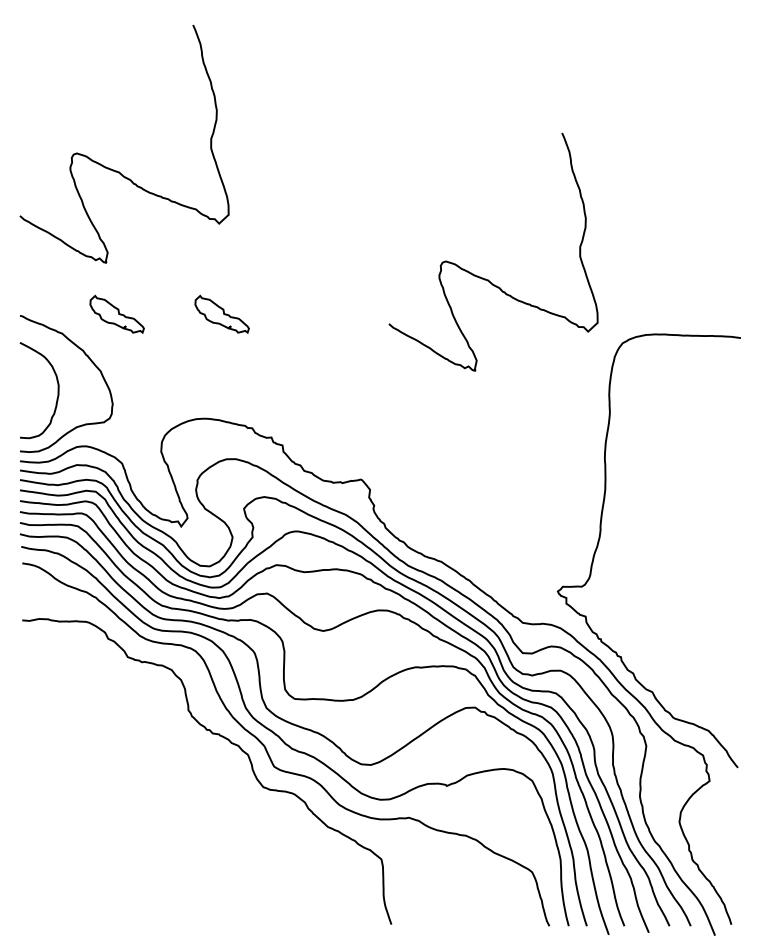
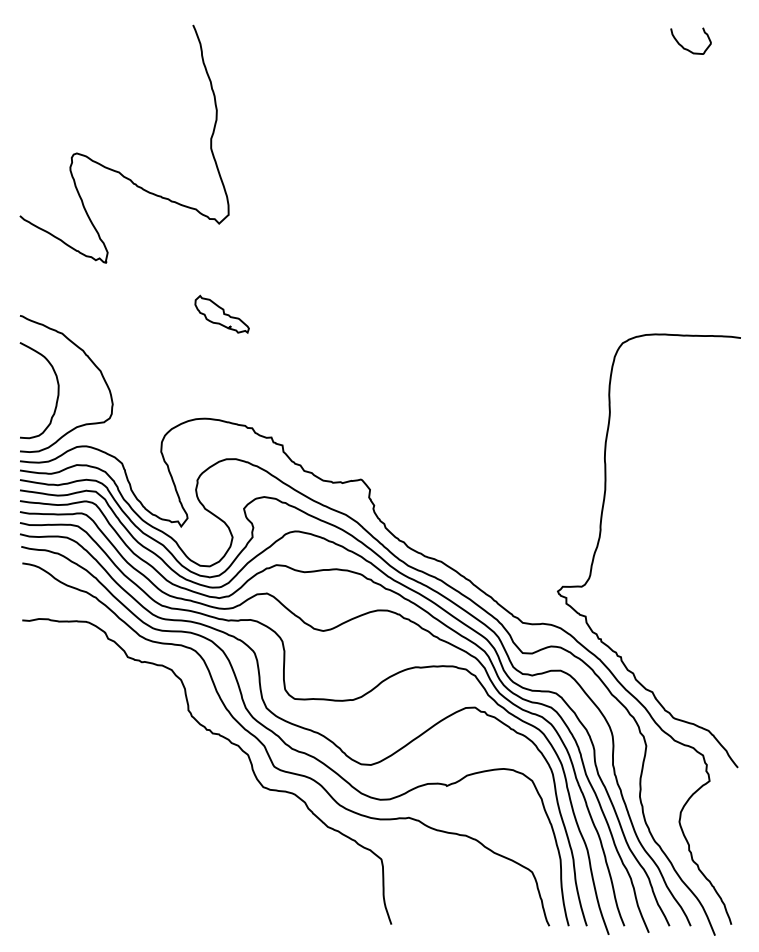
curve at (687, 48): none -> present
curve at (485, 278): present -> none
part at (116, 313): present -> none
